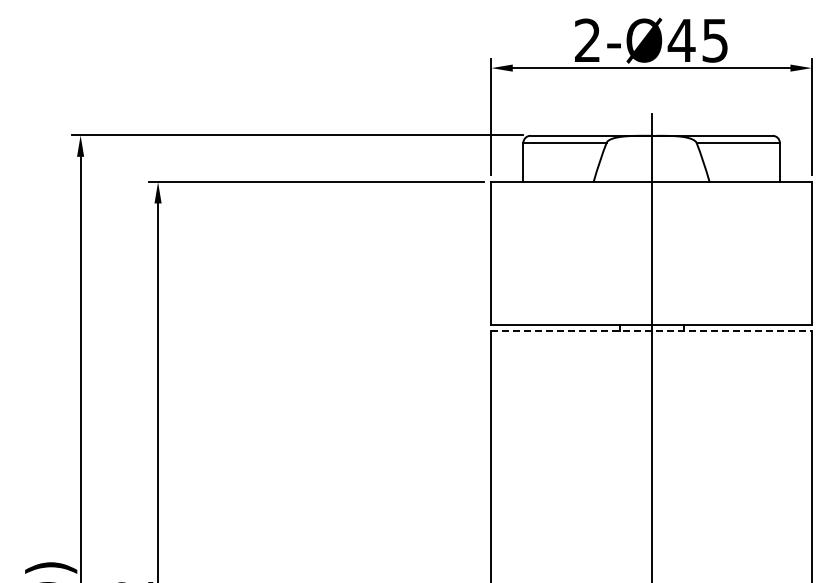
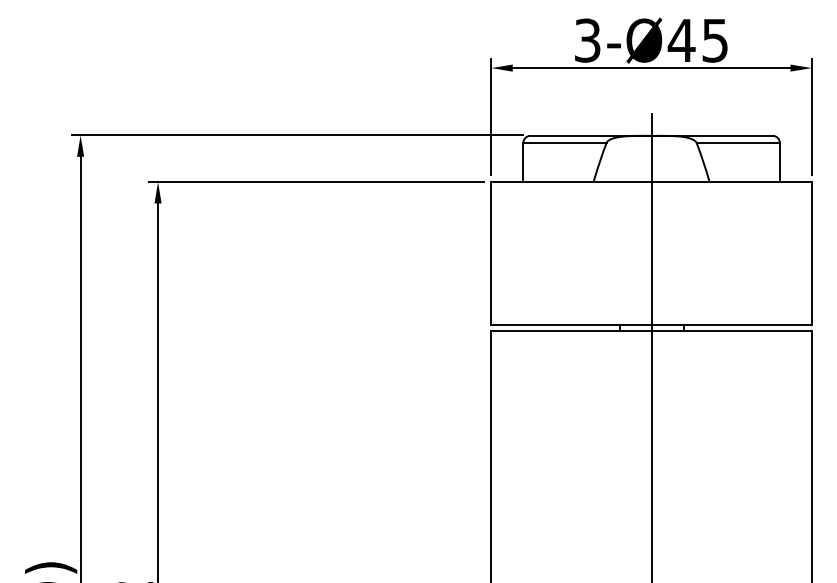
text at (587, 40): 2-Ø45 -> 3-Ø45
line at (652, 330): dashed -> solid
